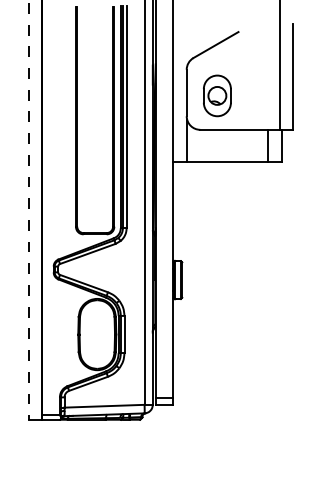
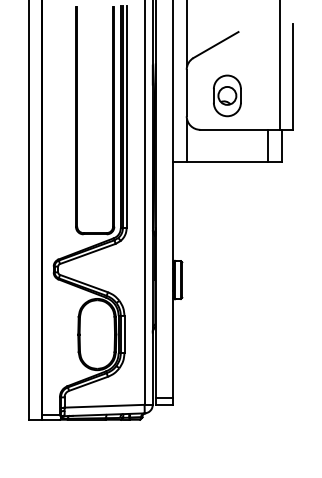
line at (187, 33): none -> present
part at (217, 95) position: (217, 95) -> (227, 95)
line at (28, 210): dashed -> solid
